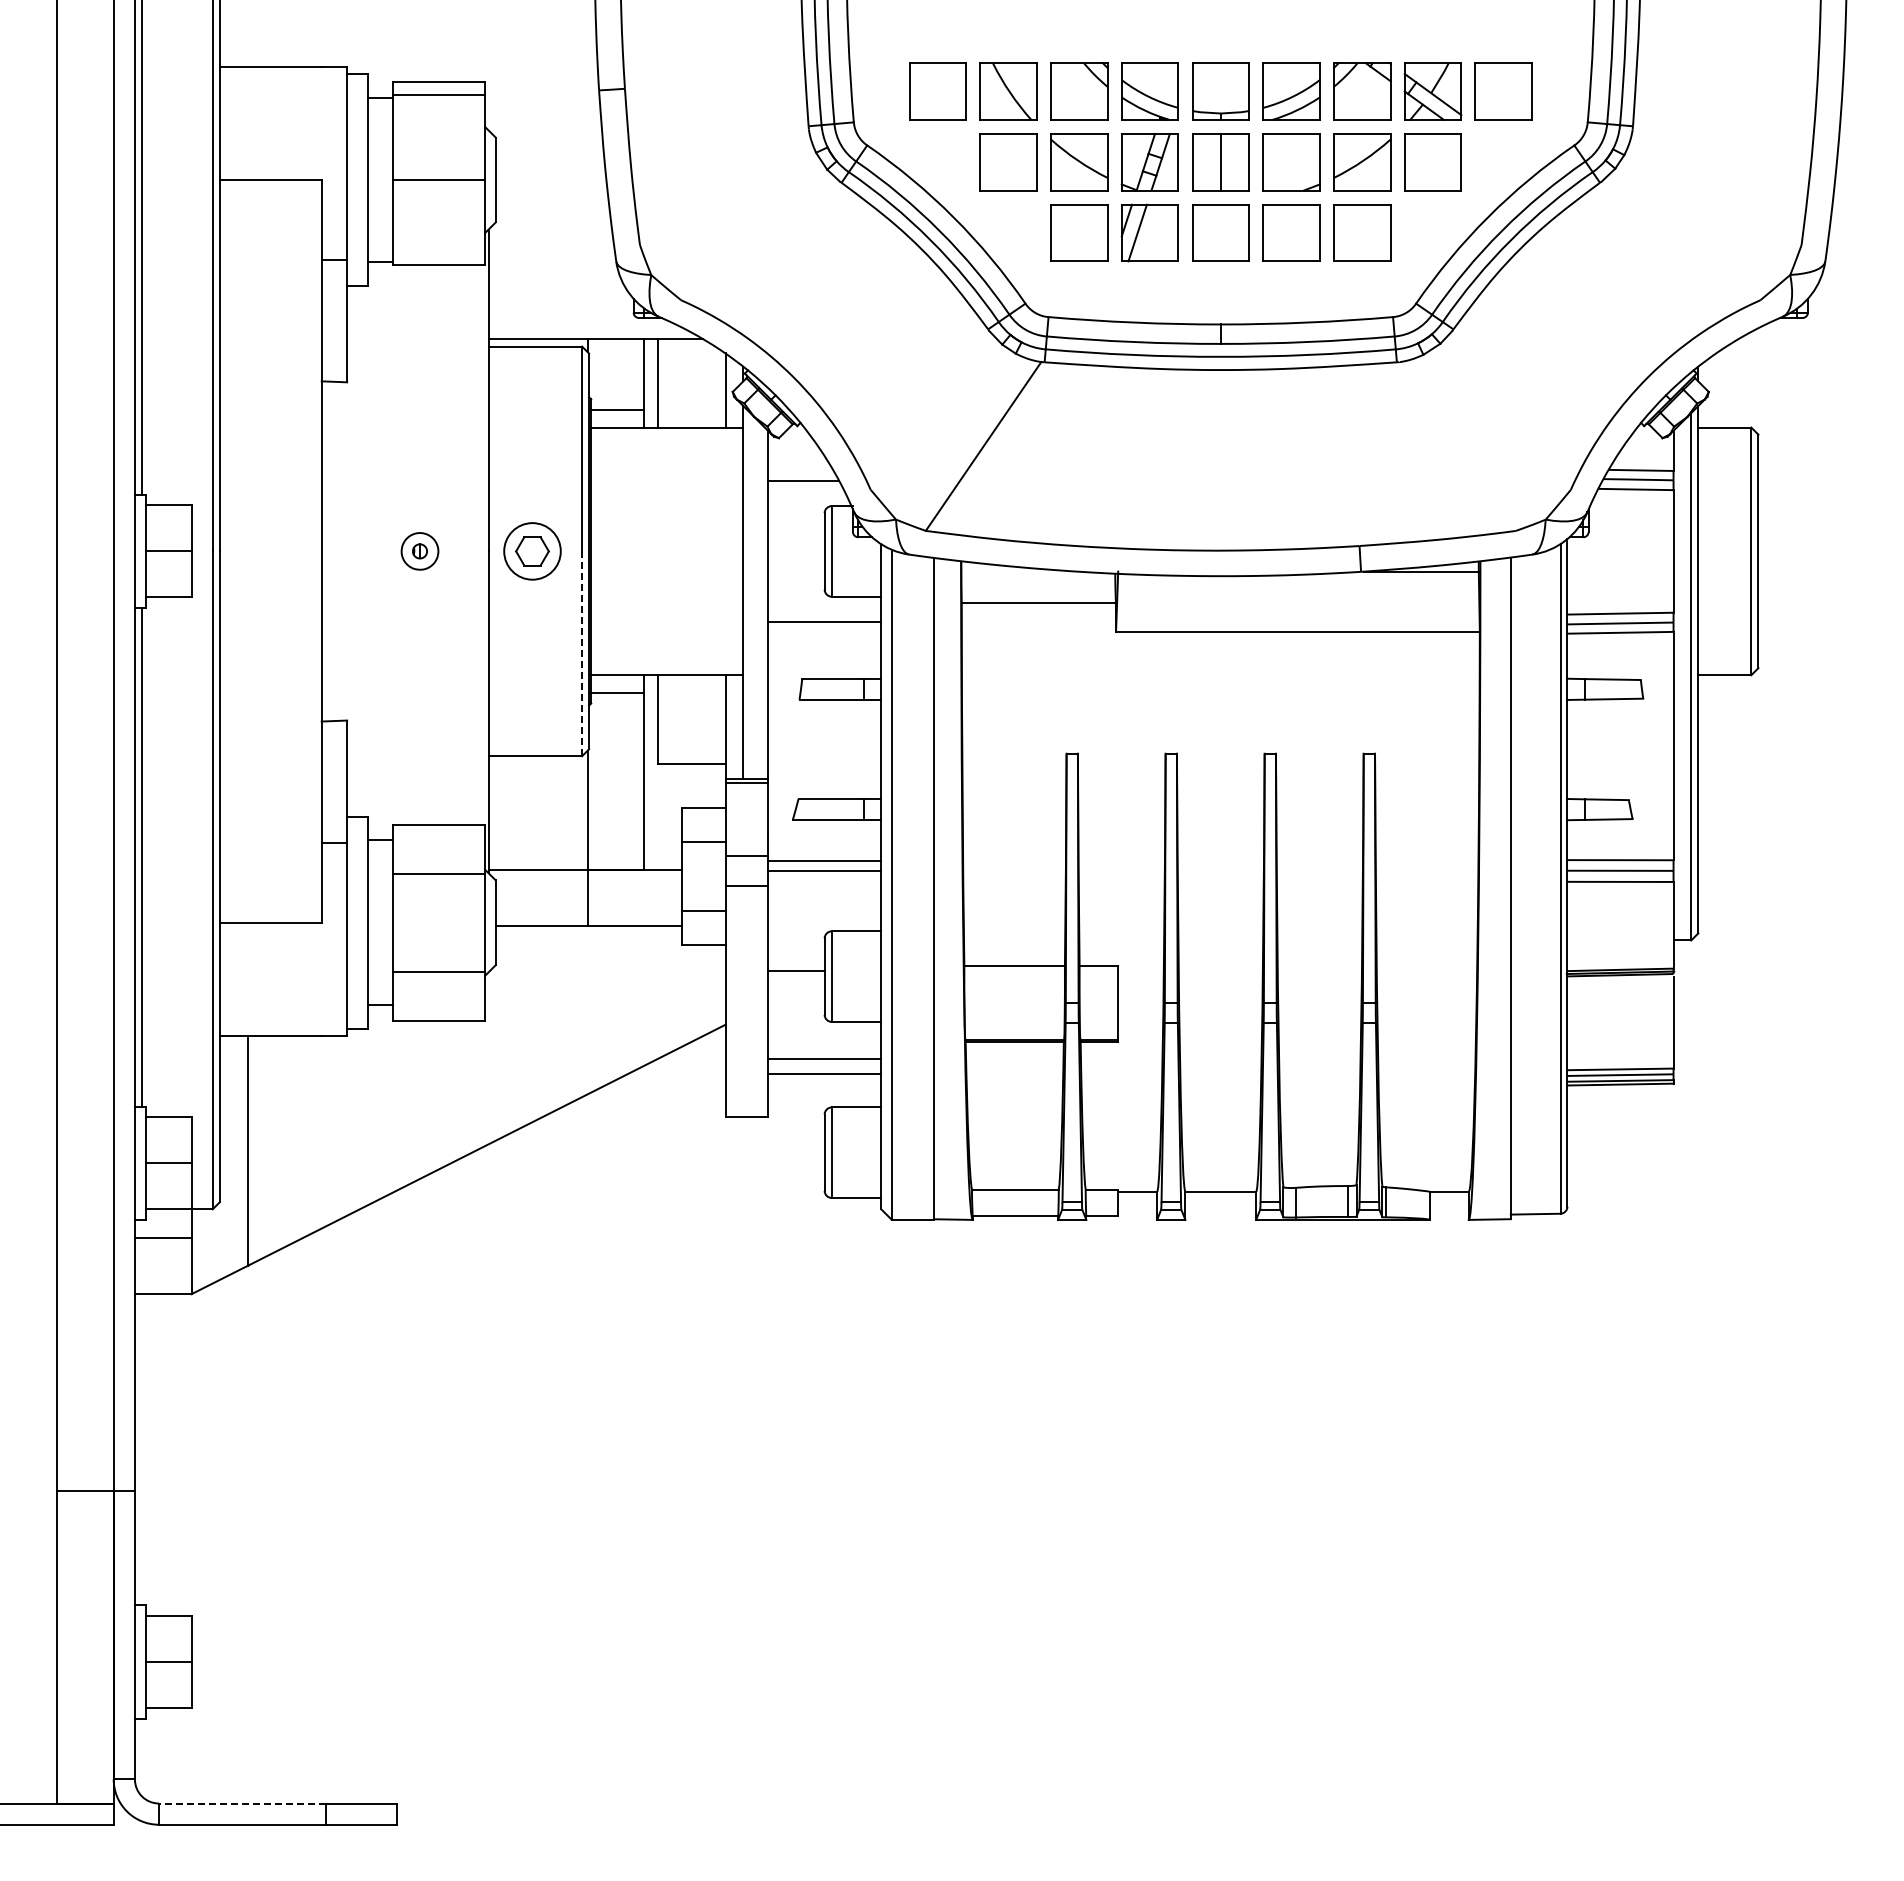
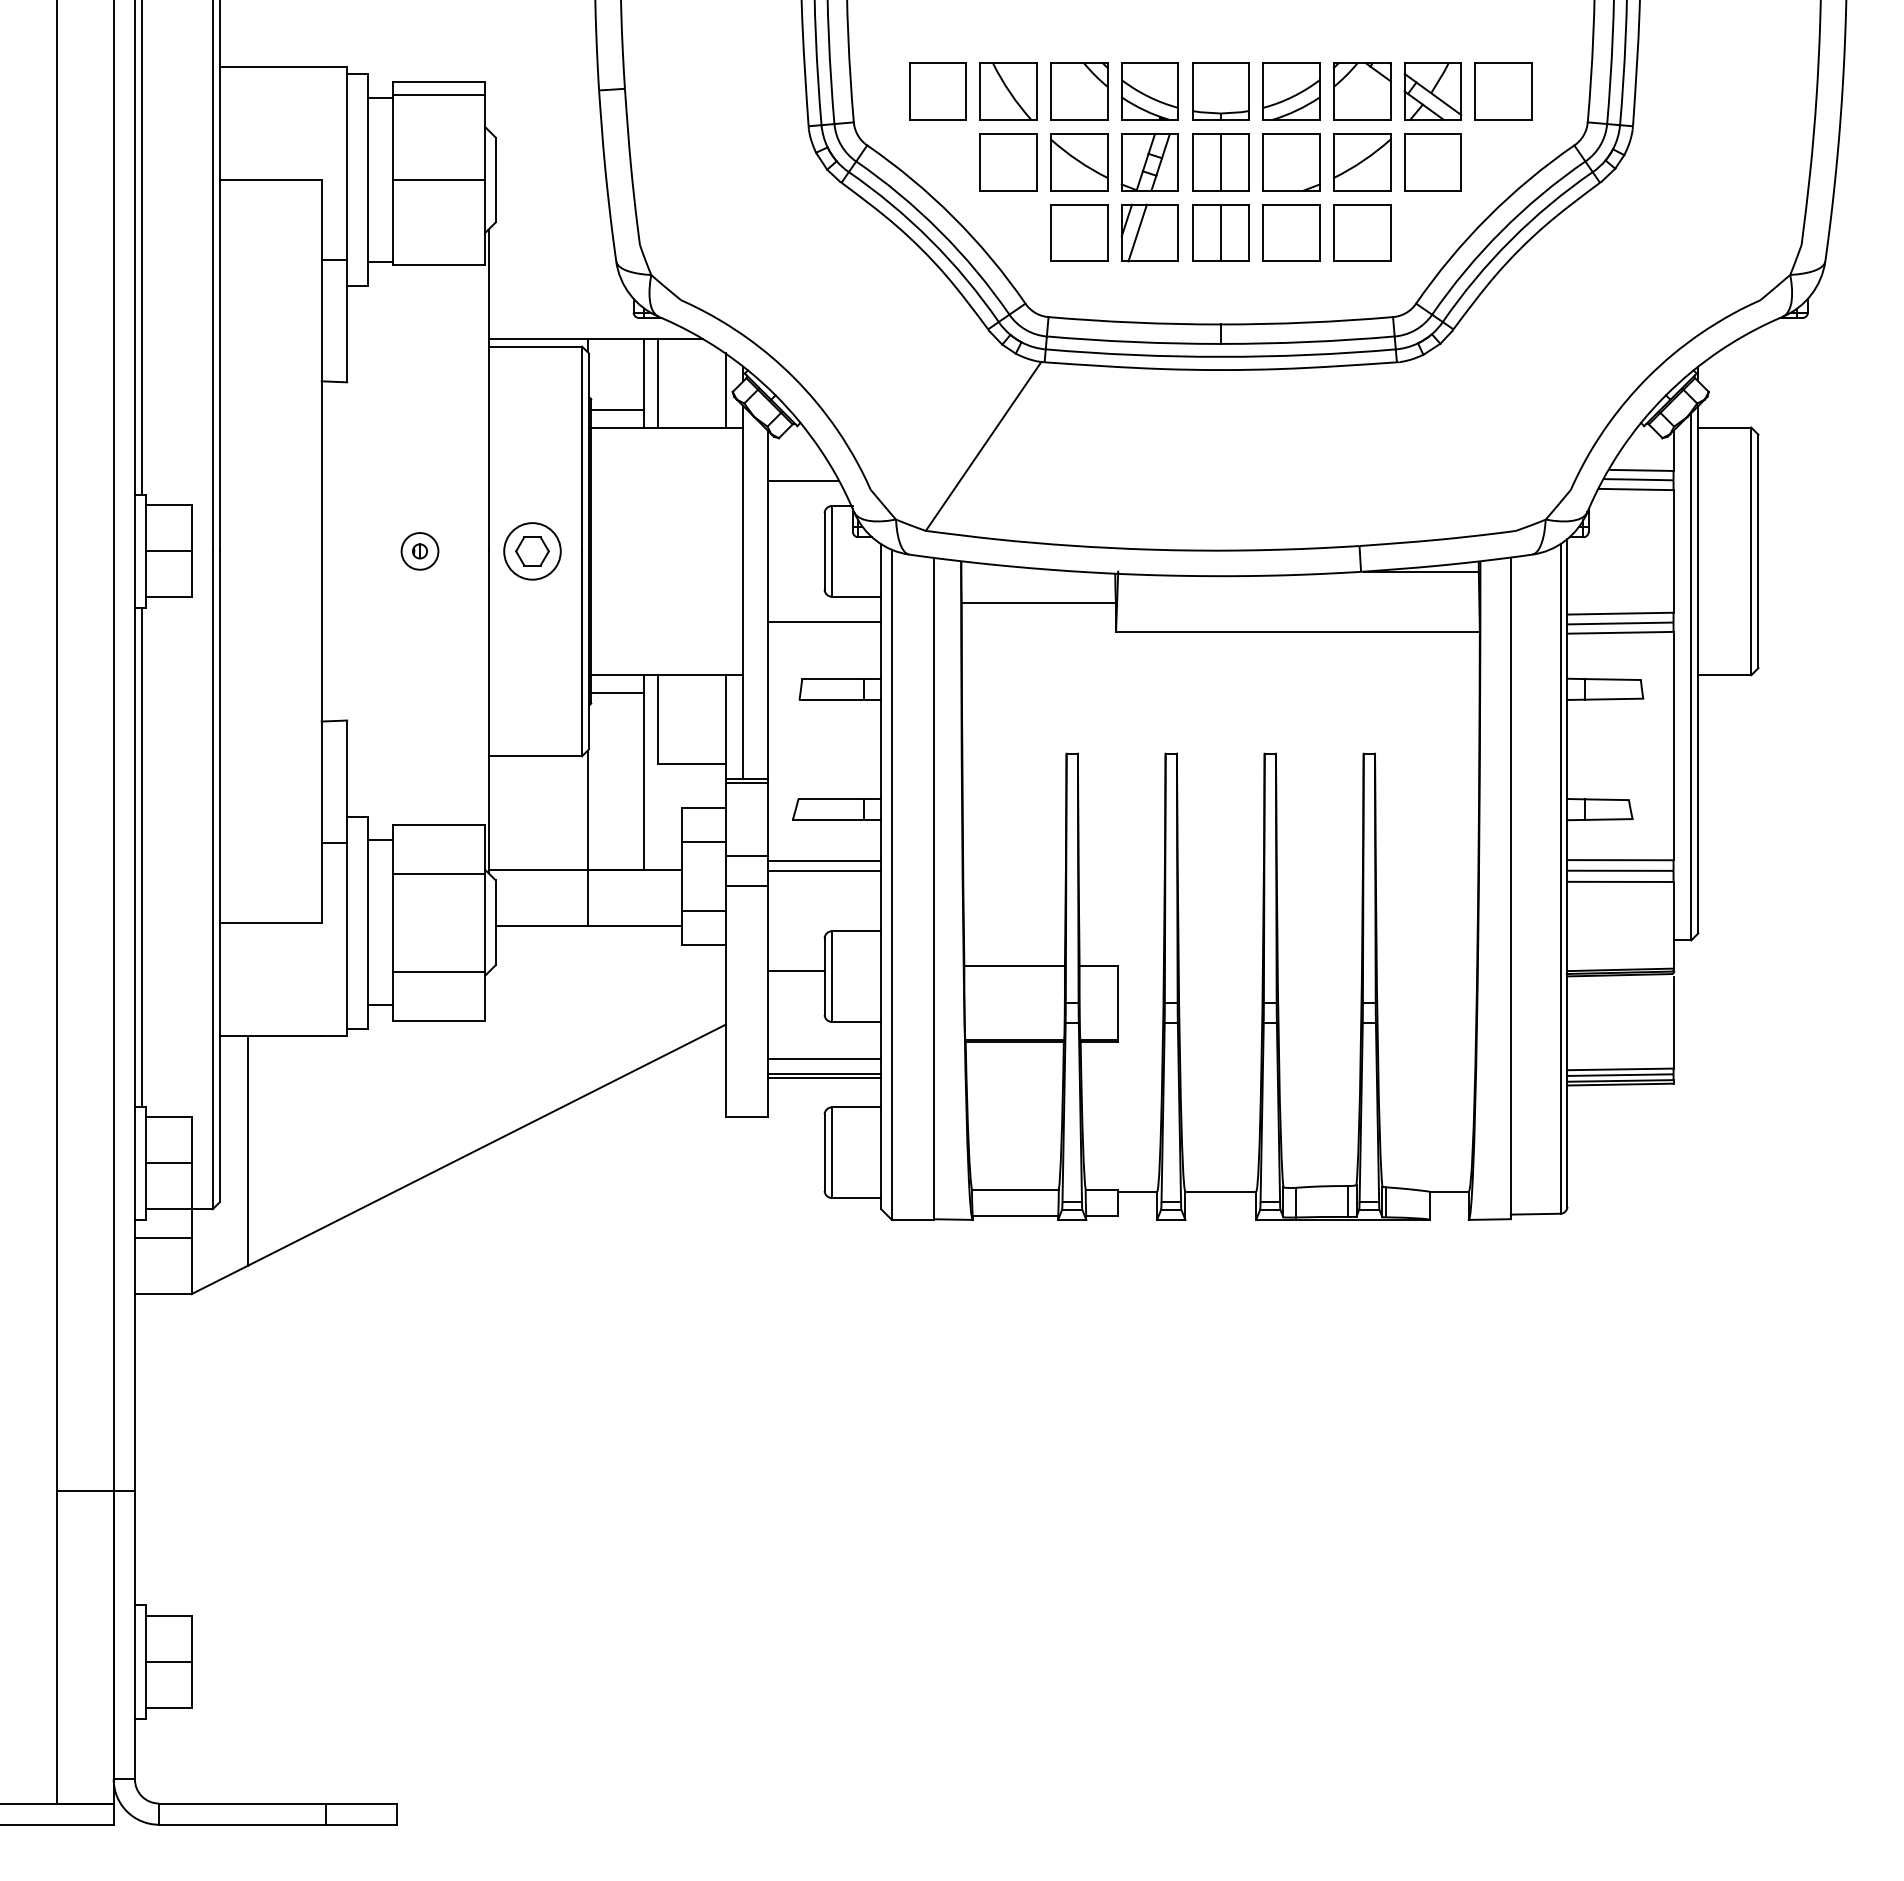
line at (1220, 232): none -> present
line at (582, 653): dashed -> solid
line at (824, 1078): none -> present
line at (241, 1803): dashed -> solid
